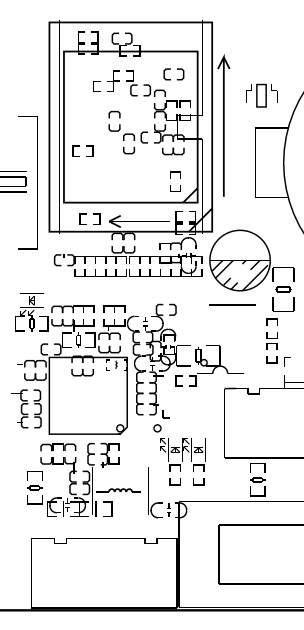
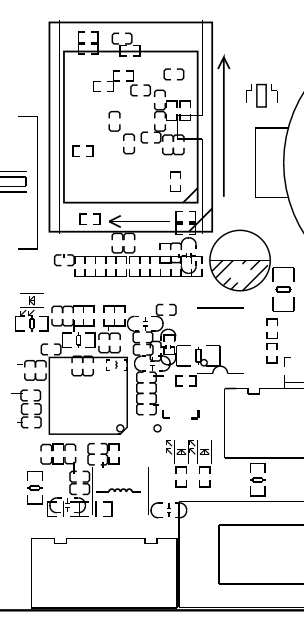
line at (232, 304) position: (232, 304) -> (220, 307)
part at (195, 414): none -> present
part at (182, 461) position: (182, 461) -> (188, 463)
